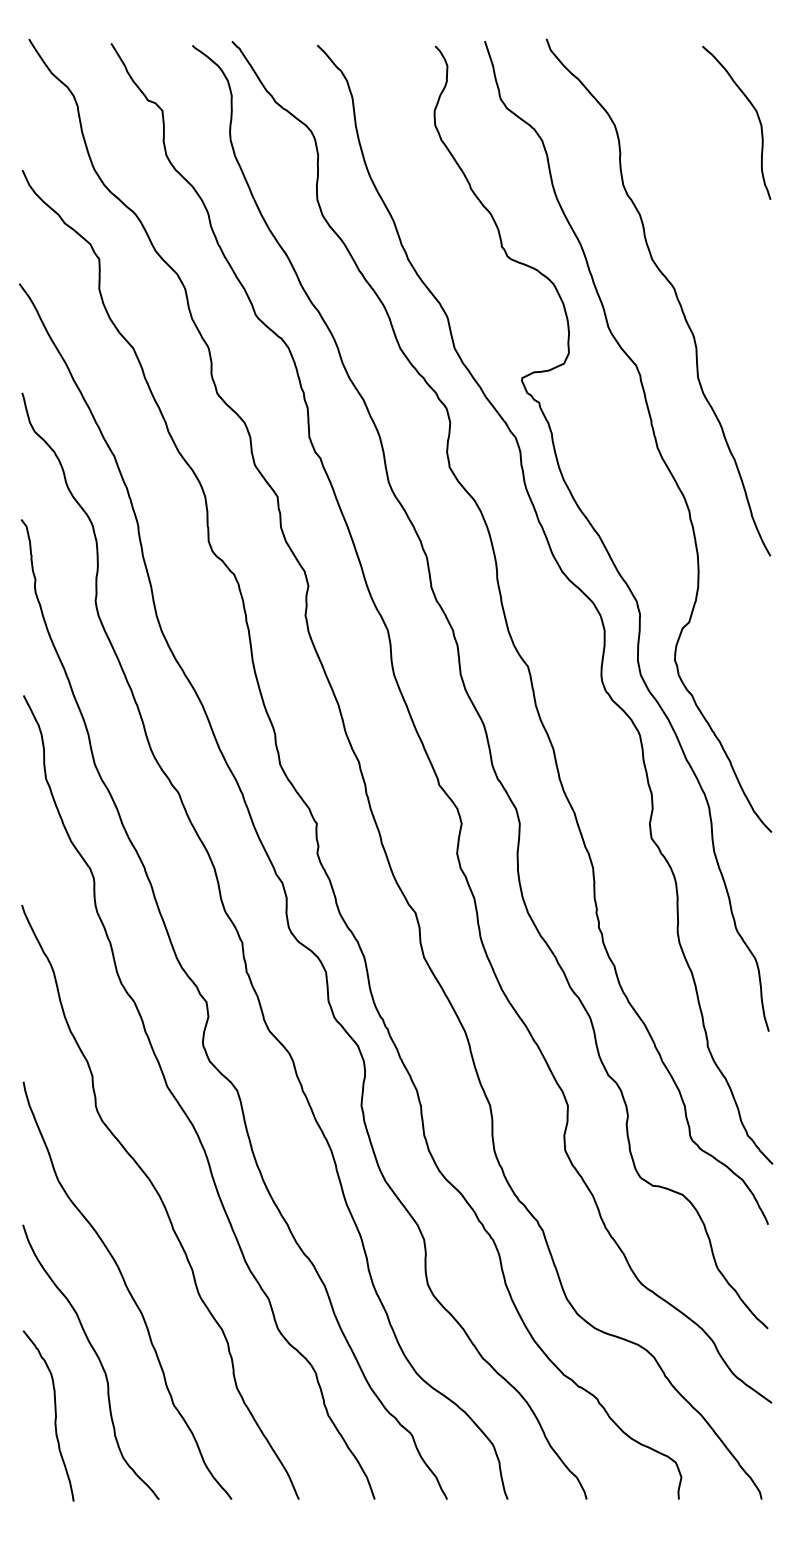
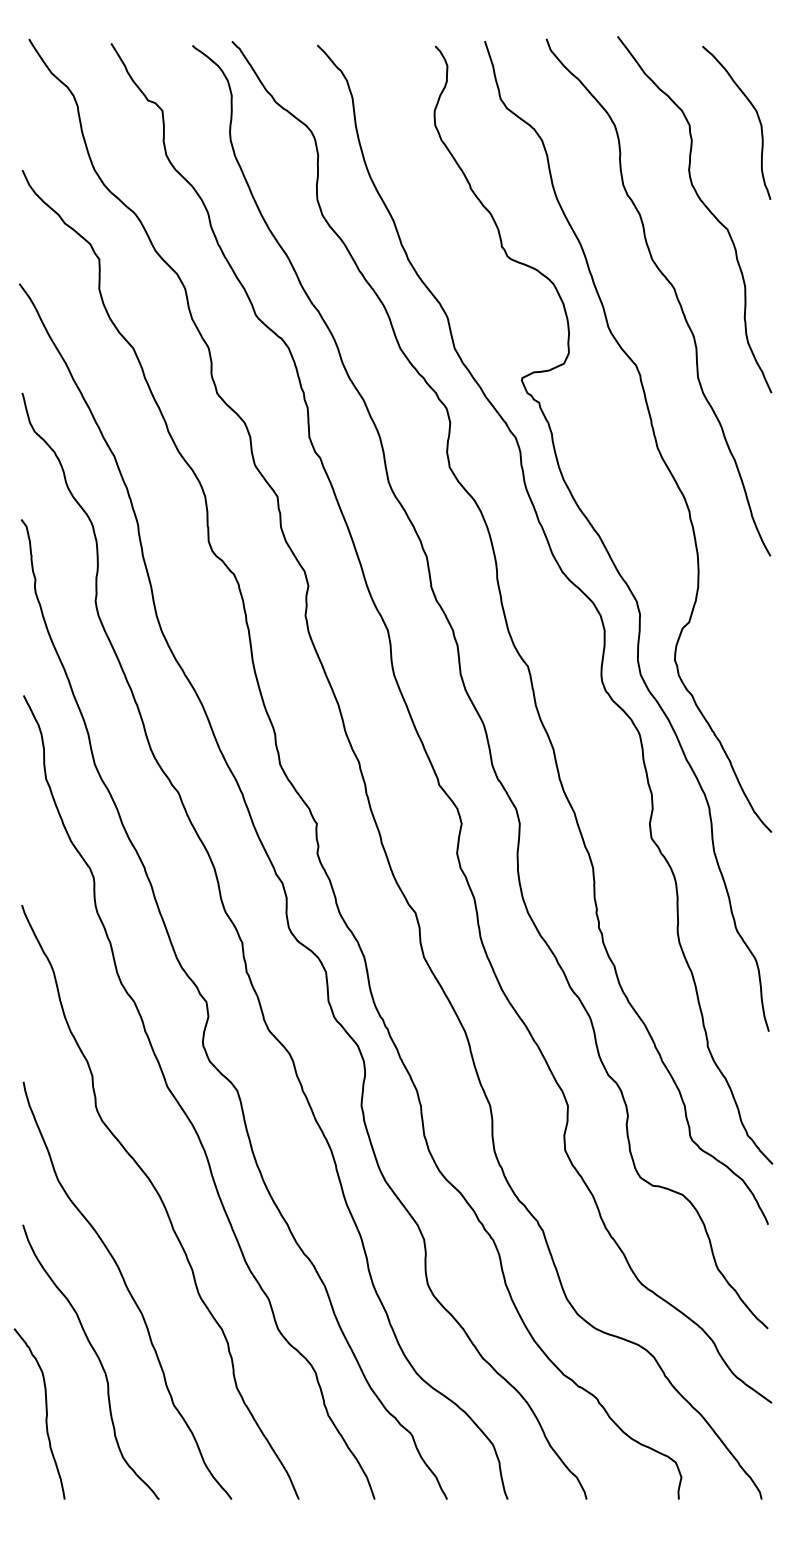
curve at (704, 206): none -> present
curve at (54, 1412) position: (54, 1412) -> (45, 1410)
